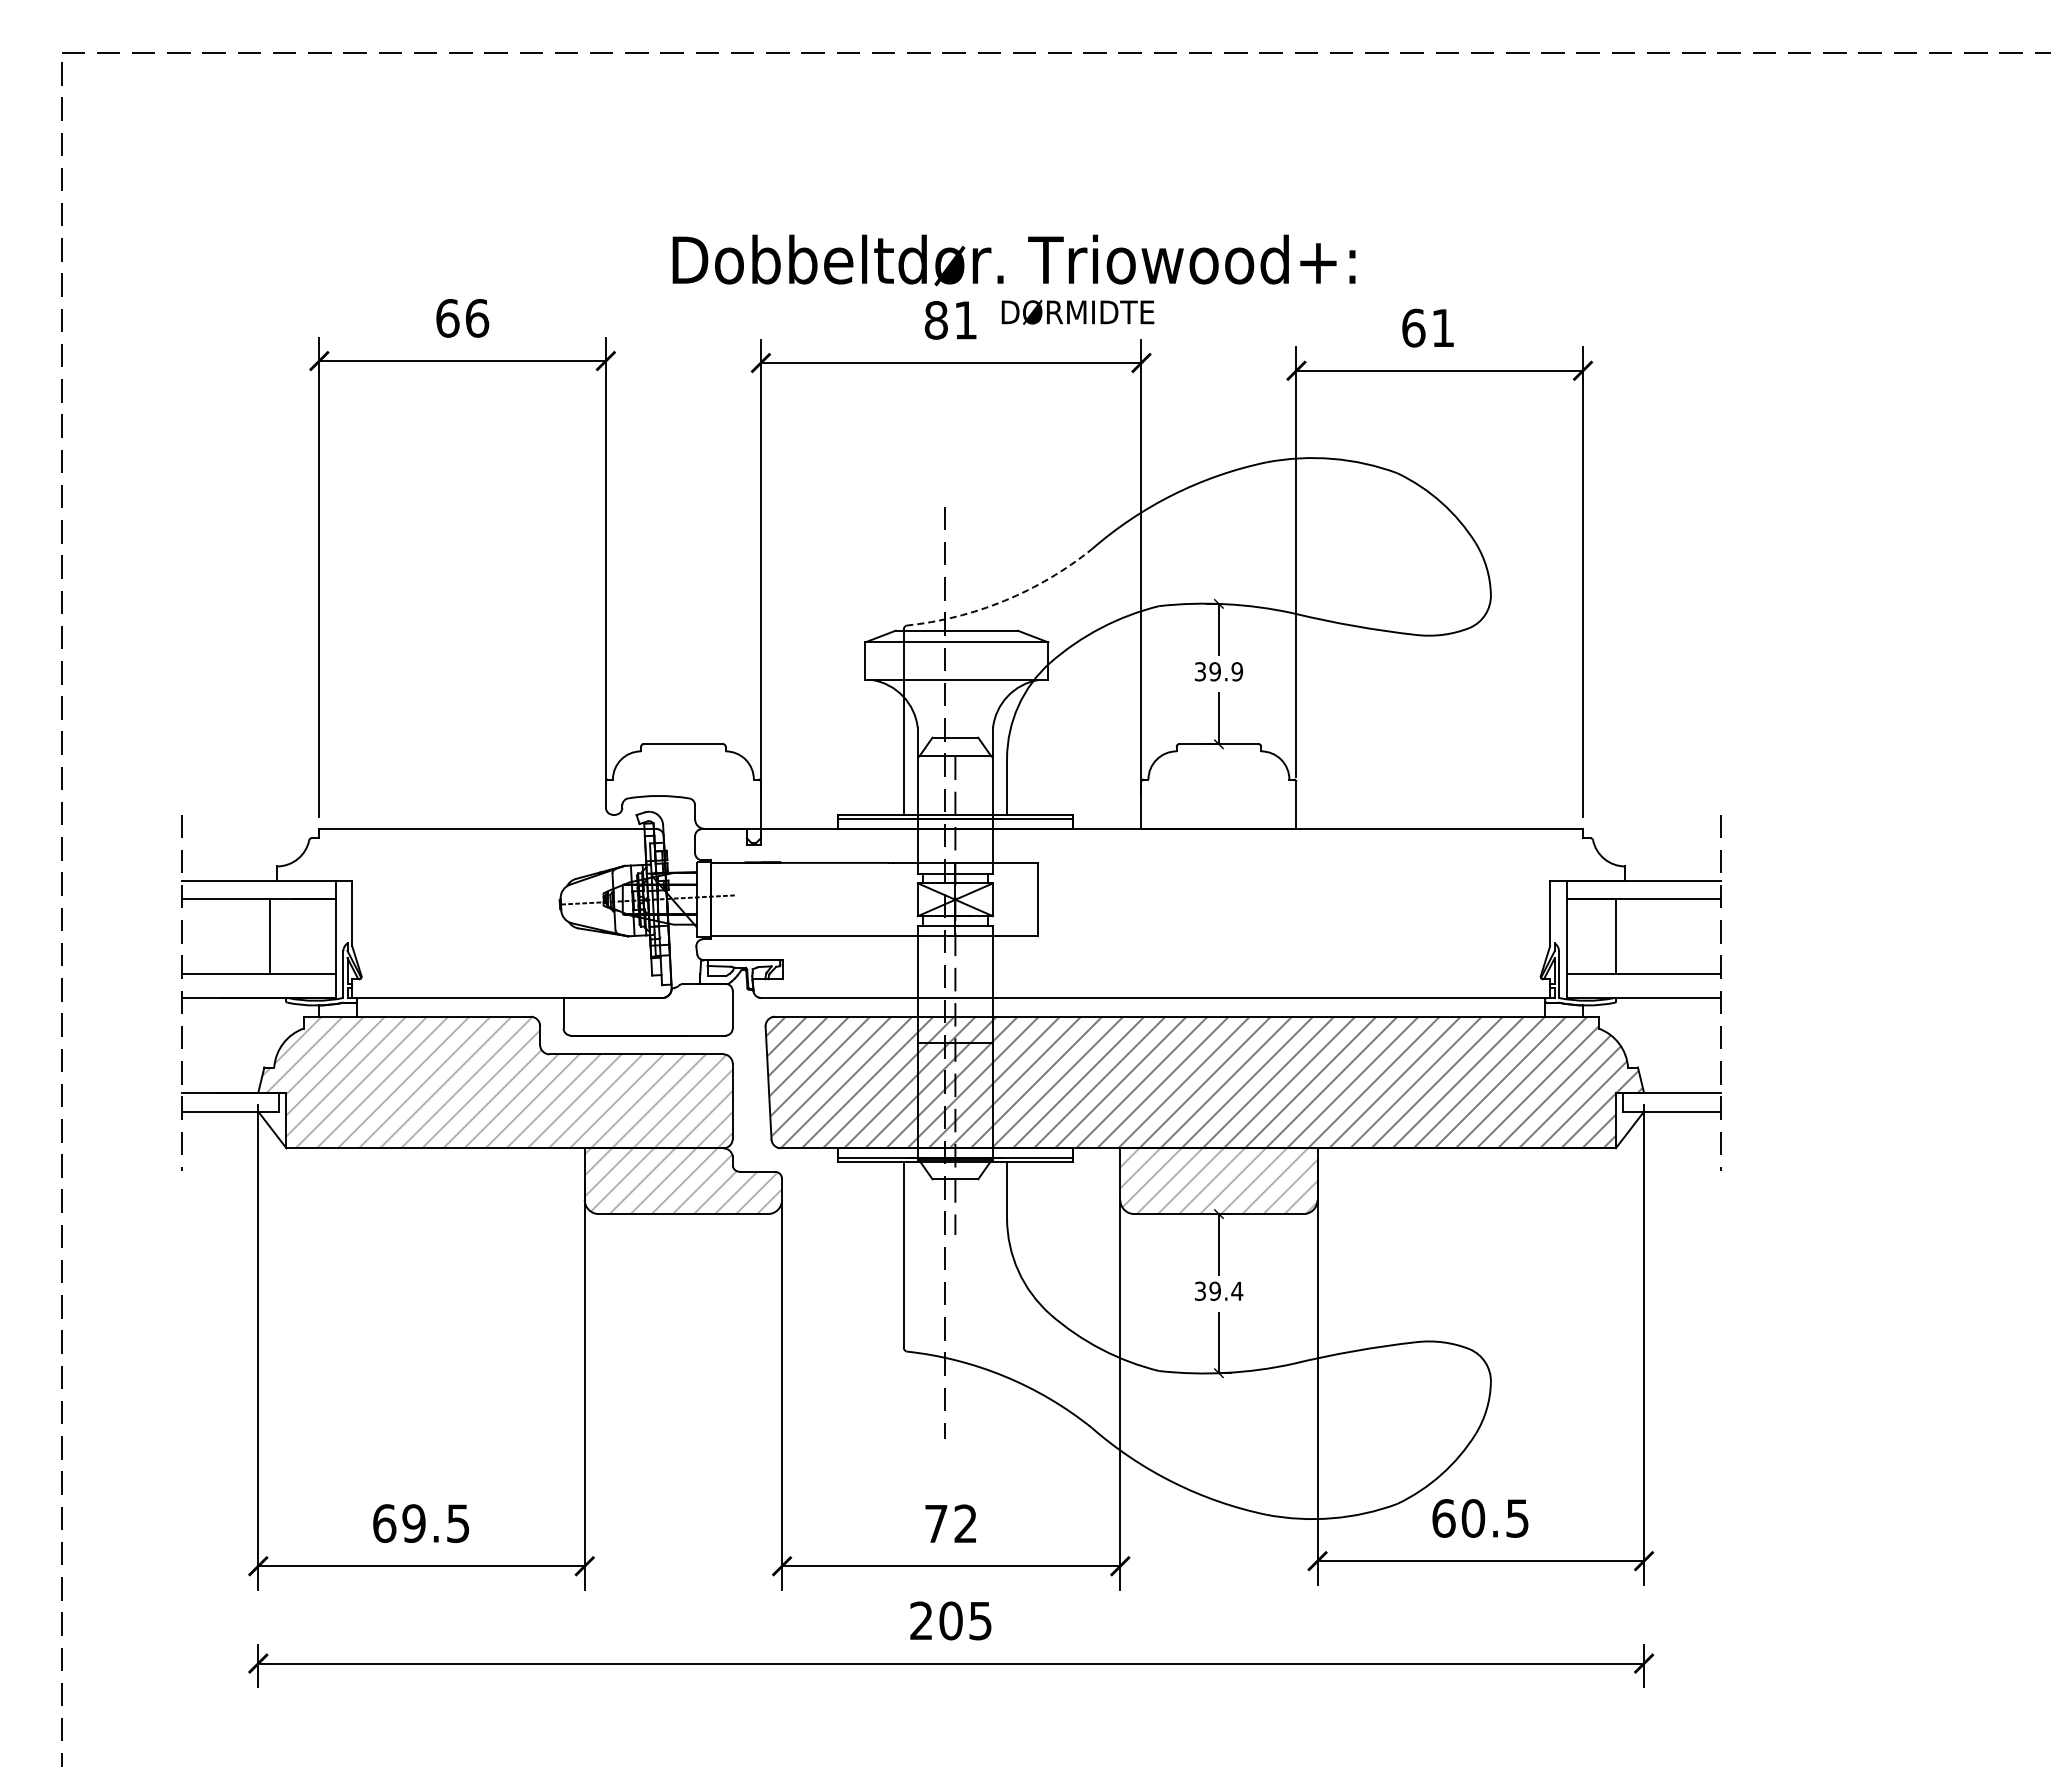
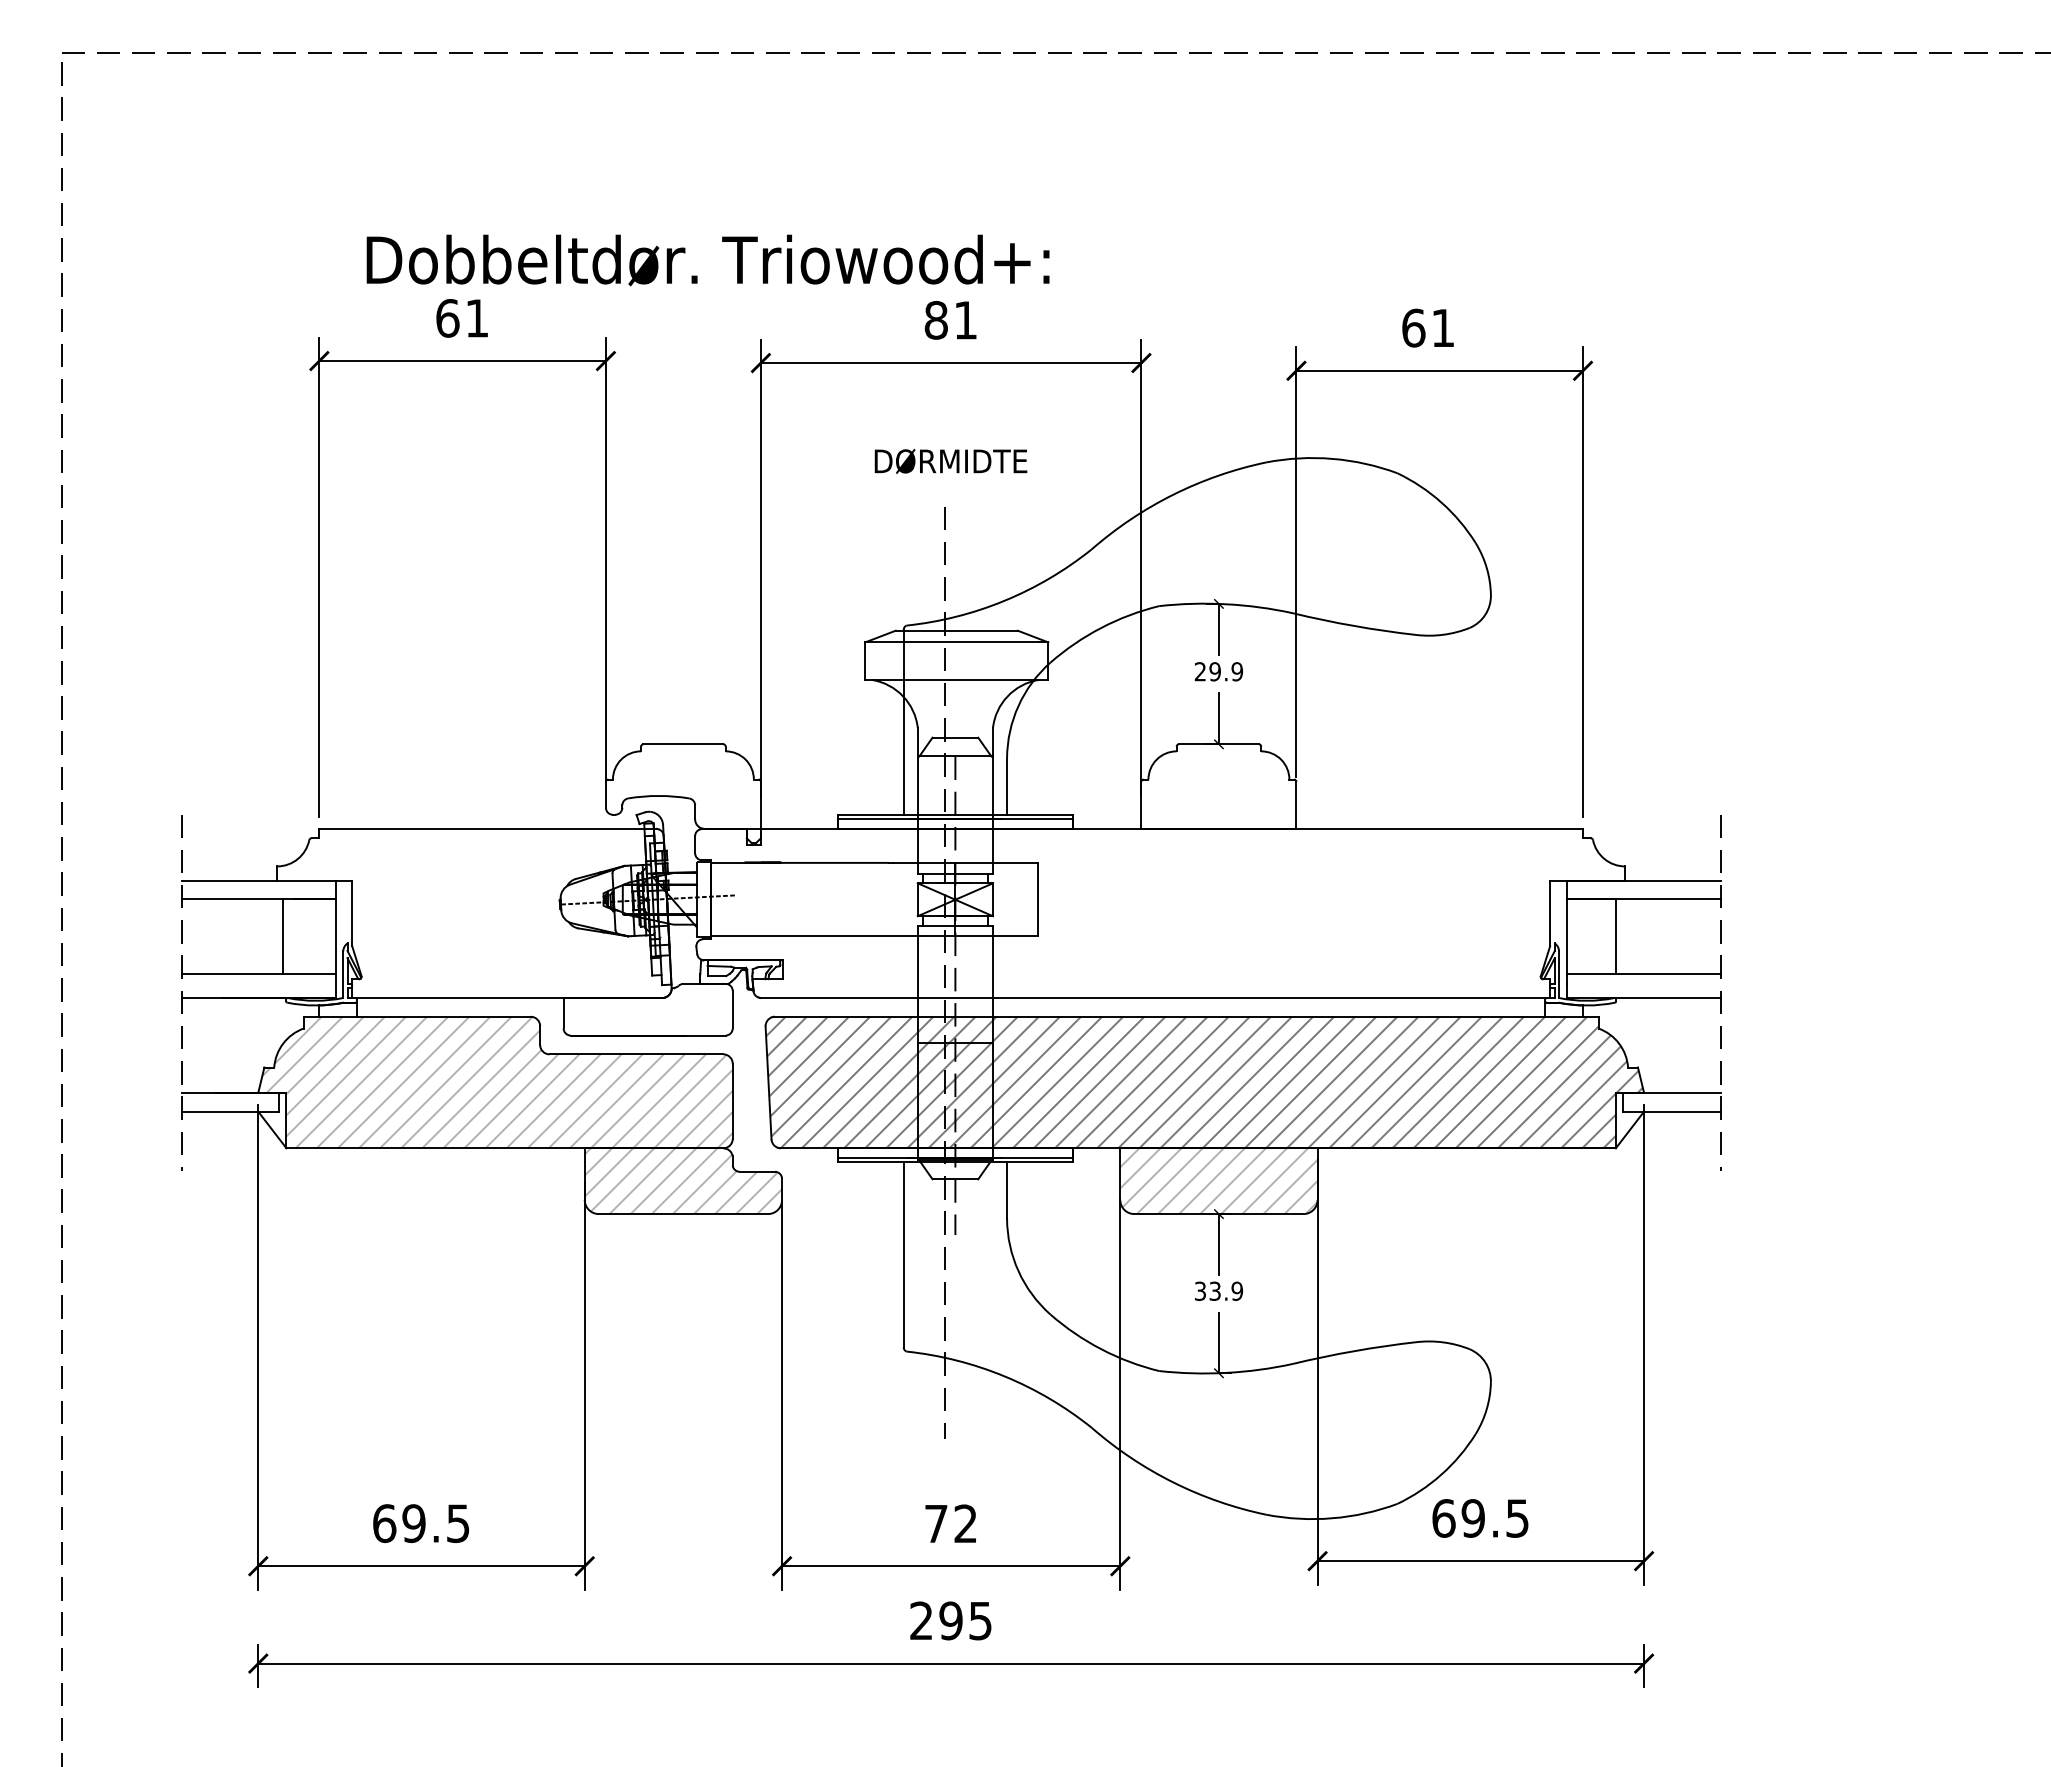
text at (1013, 260) position: (1013, 260) -> (707, 260)
text at (1077, 311) position: (1077, 311) -> (950, 460)
text at (477, 318): 66 -> 61
arc at (1004, 600): dashed -> solid
text at (1199, 671): 39.9 -> 29.9
line at (269, 936) position: (269, 936) -> (282, 936)
text at (1226, 1290): 39.4 -> 33.9
text at (1473, 1518): 60.5 -> 69.5
text at (950, 1620): 205 -> 295
